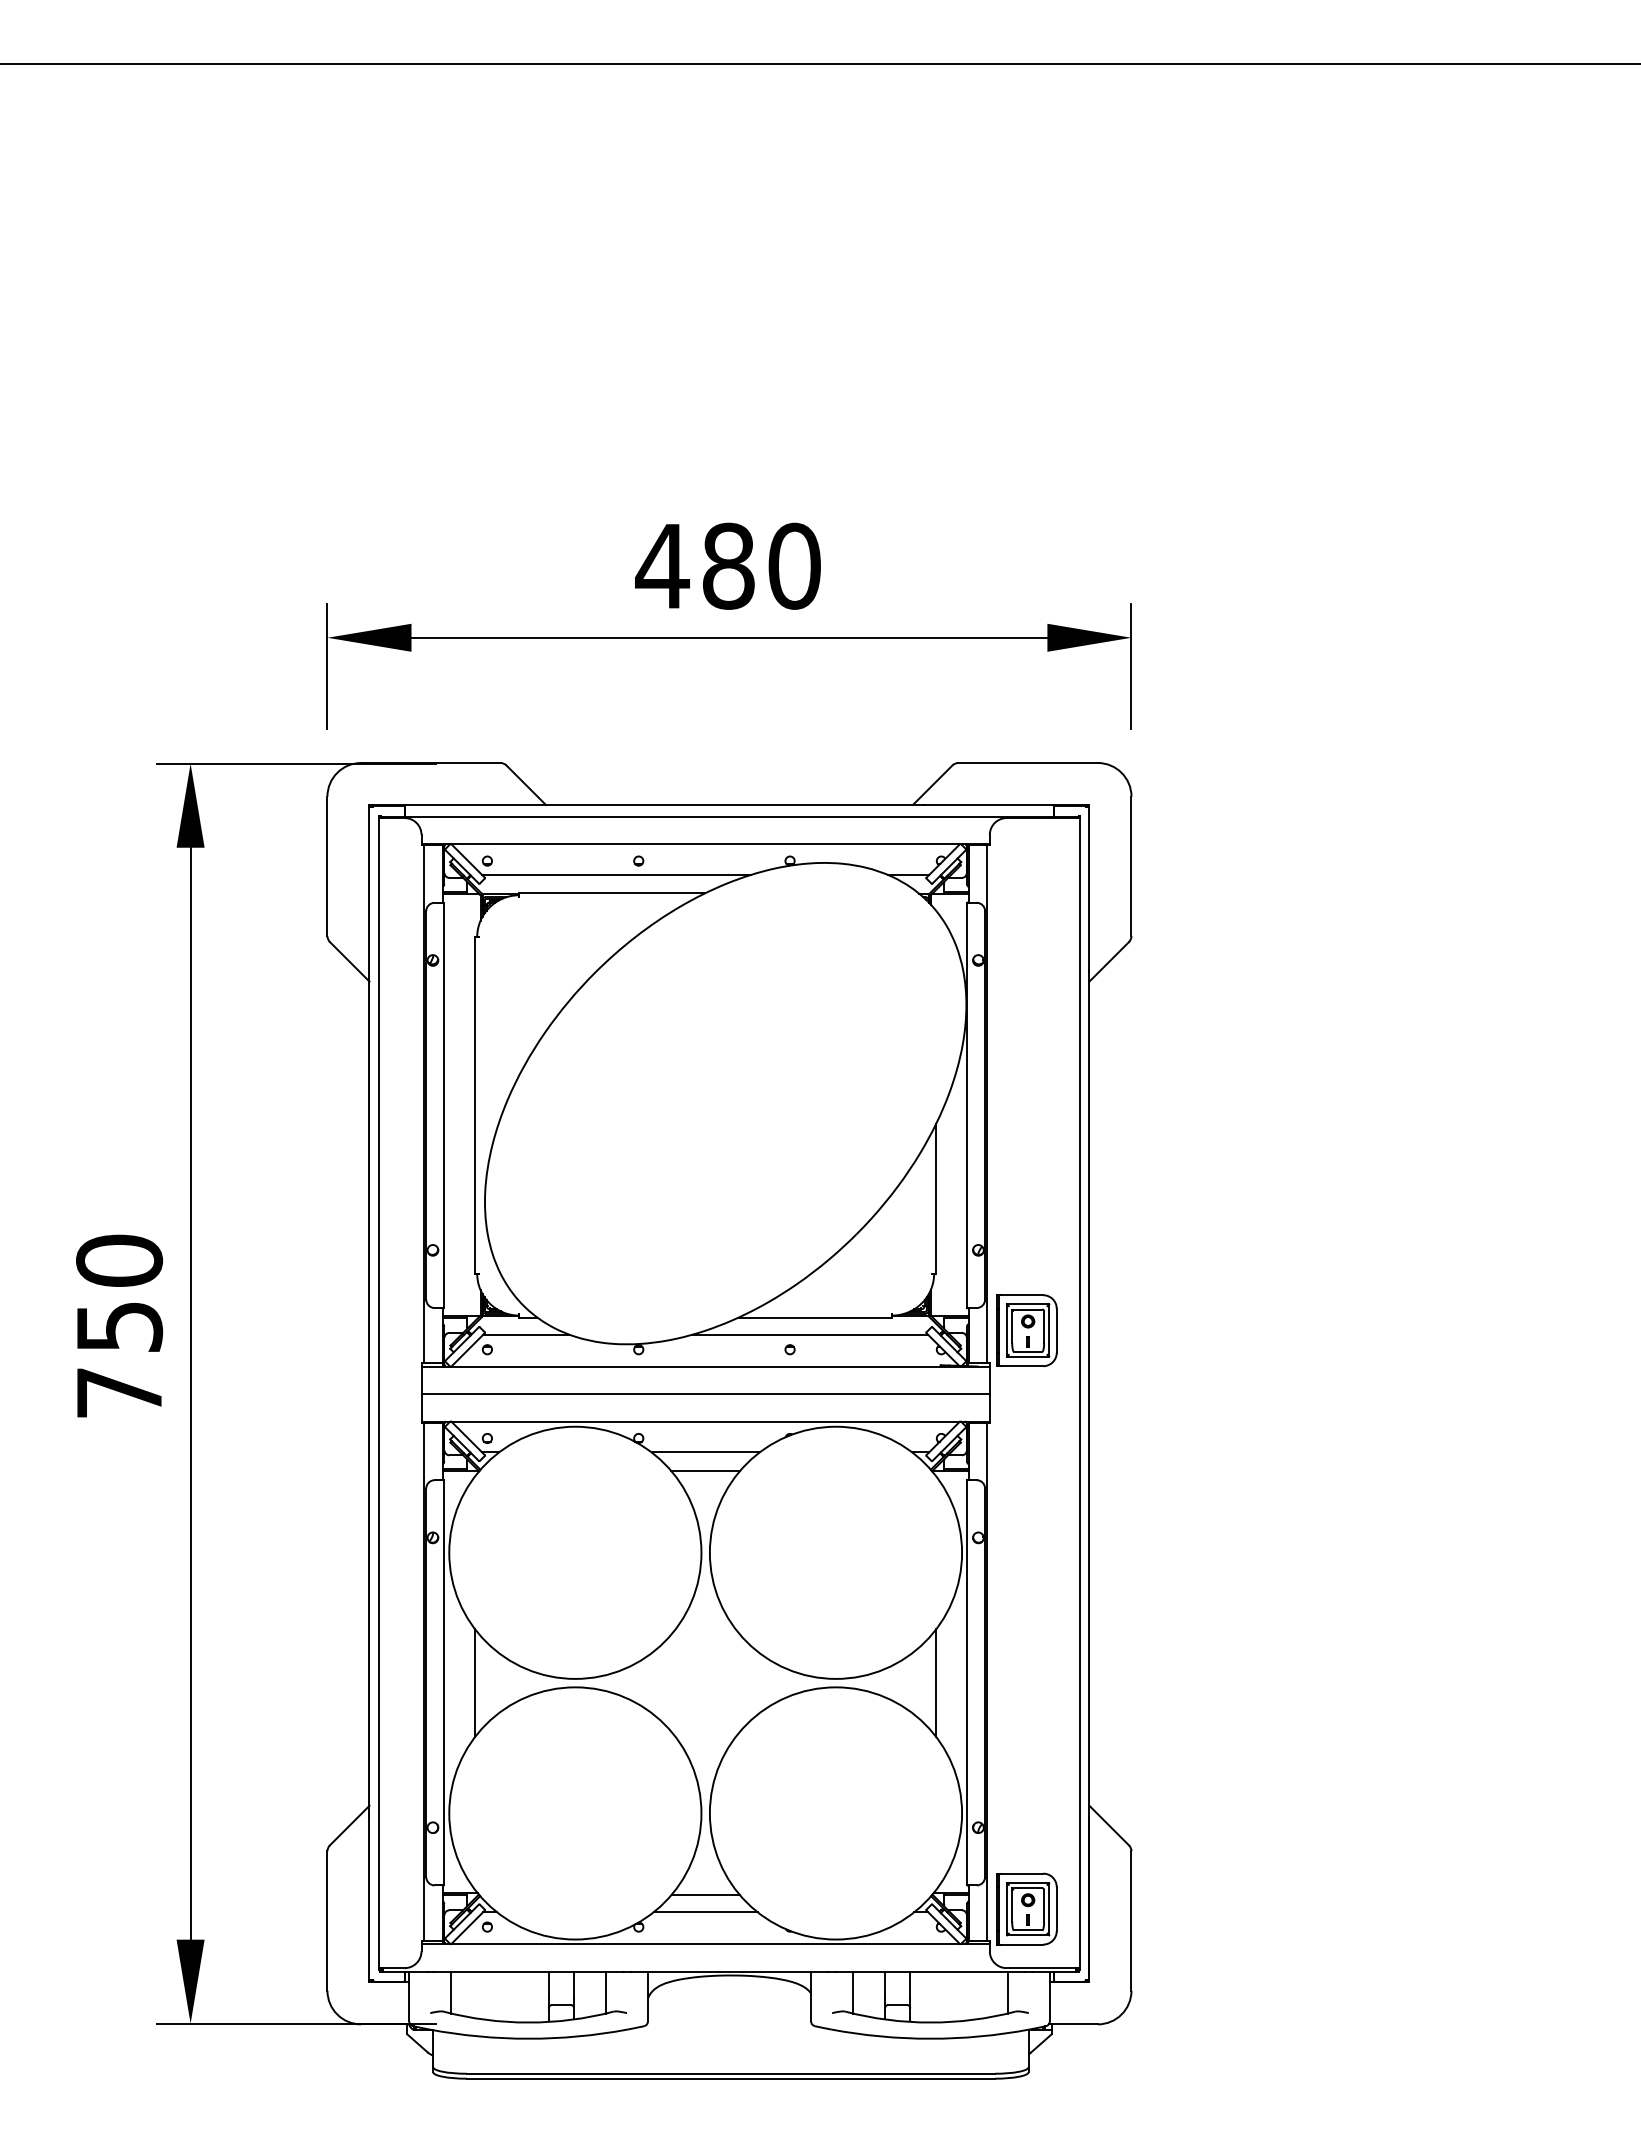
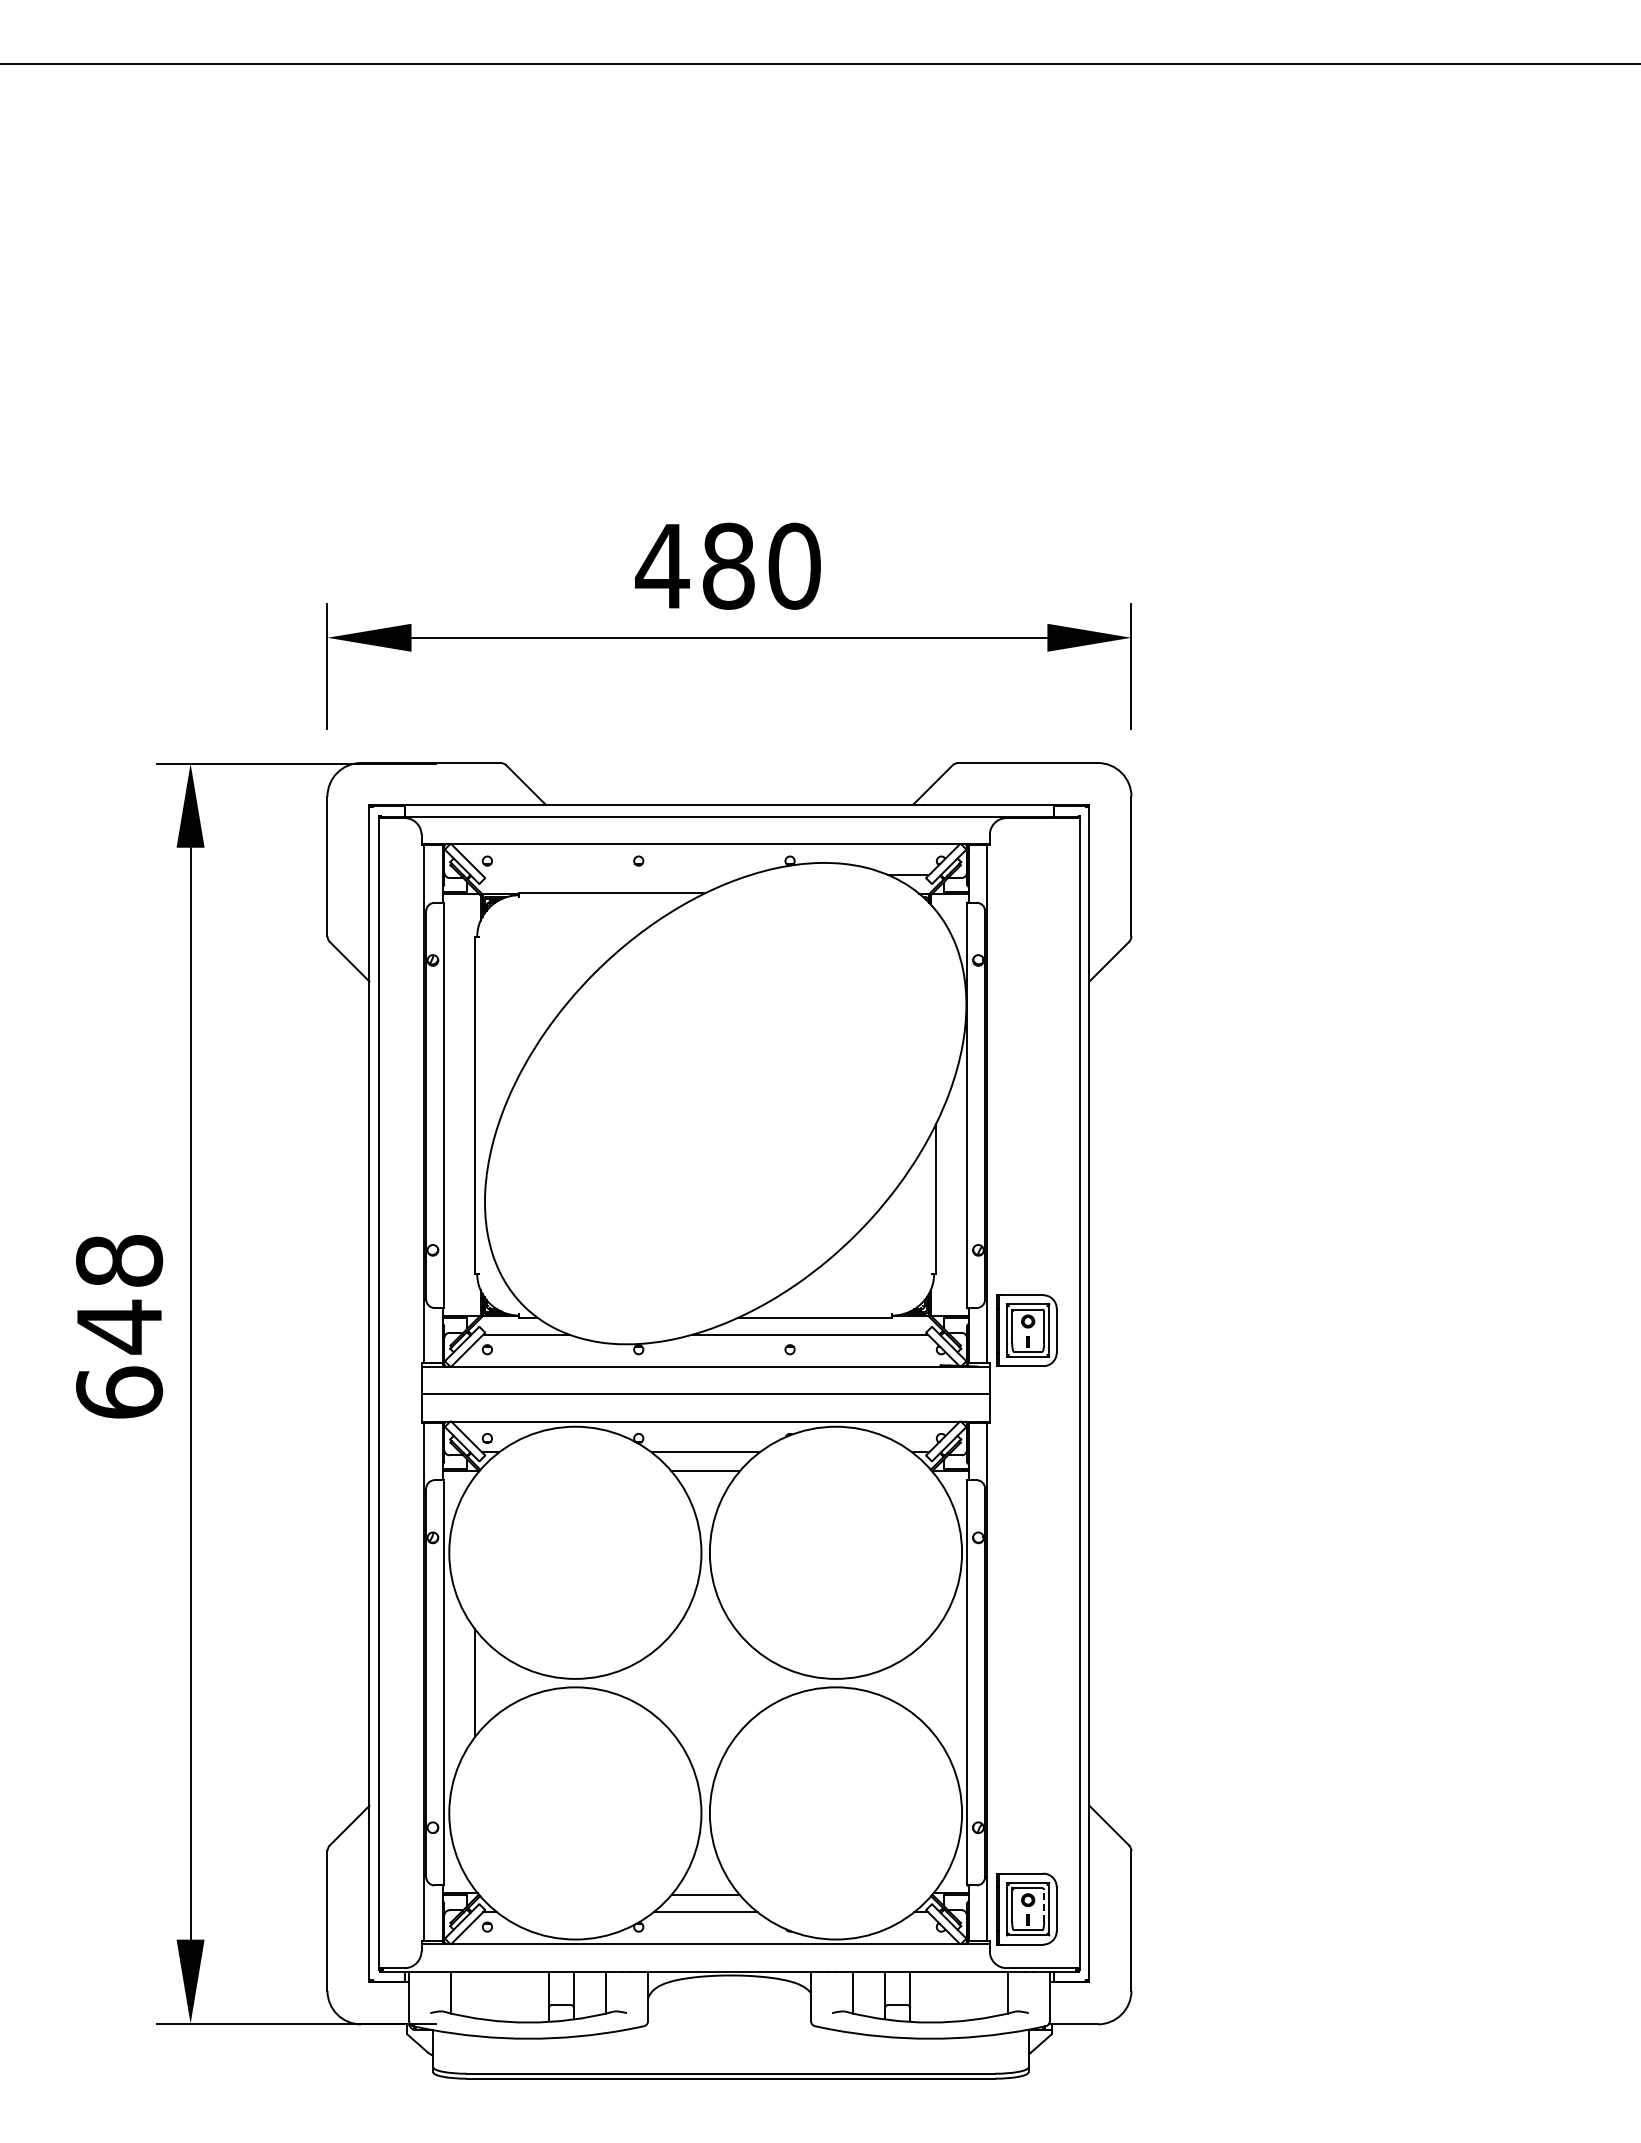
line at (616, 875): present -> none
text at (119, 1326): 750 -> 648
line at (936, 1682): present -> none
line at (1044, 1905): solid -> dashed
